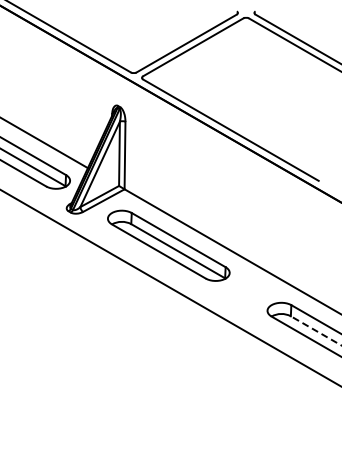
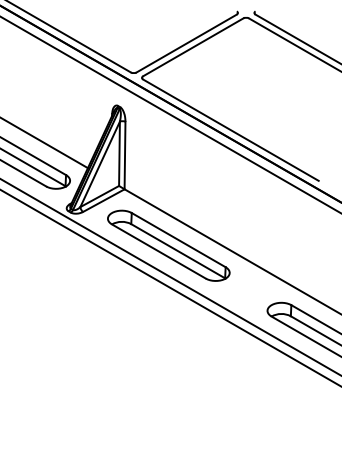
line at (170, 115): none -> present
line at (170, 277): none -> present
line at (315, 330): dashed -> solid
